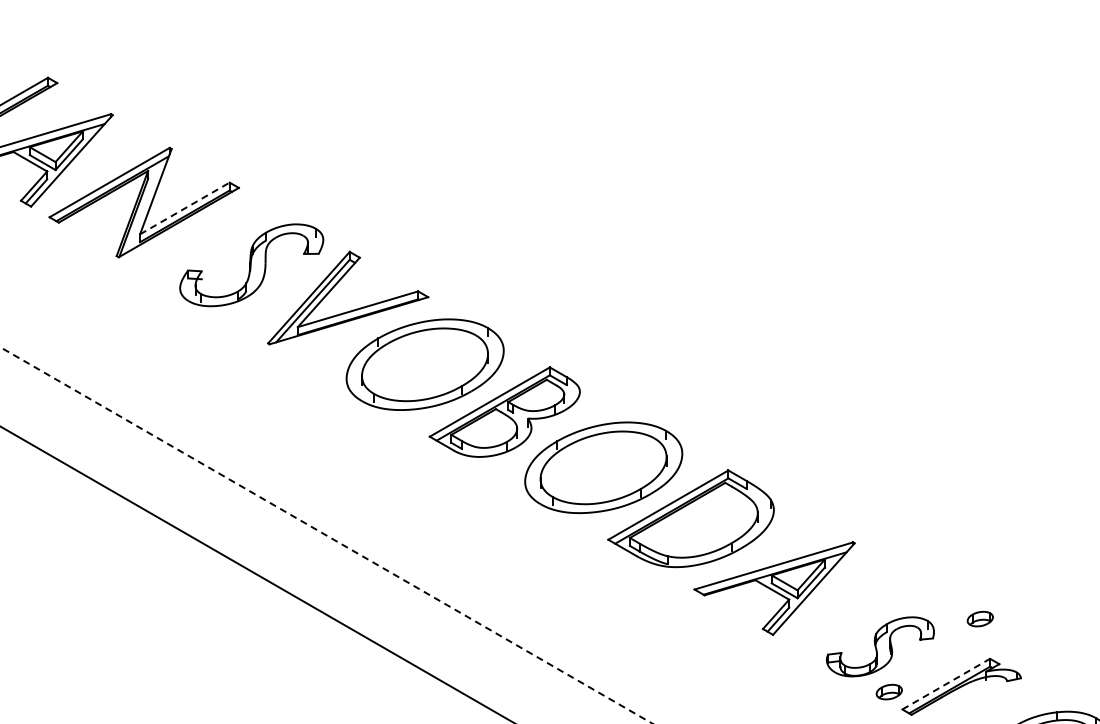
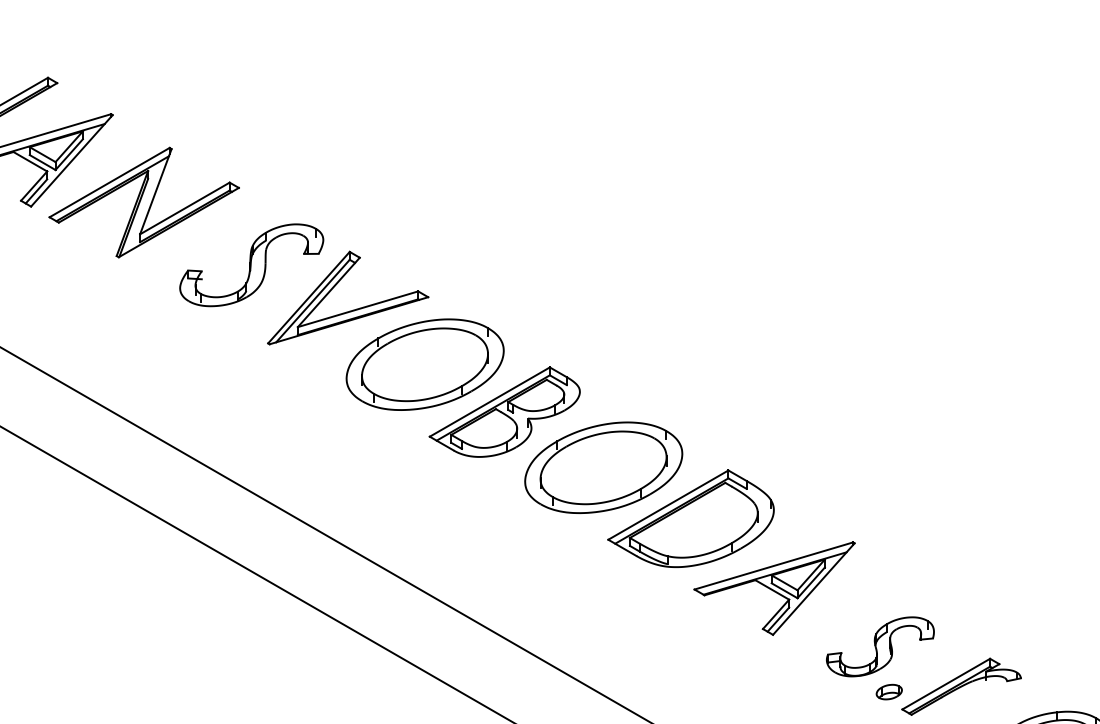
line at (184, 208): dashed -> solid
line at (326, 535): dashed -> solid
part at (979, 618): present -> none
line at (946, 684): dashed -> solid
